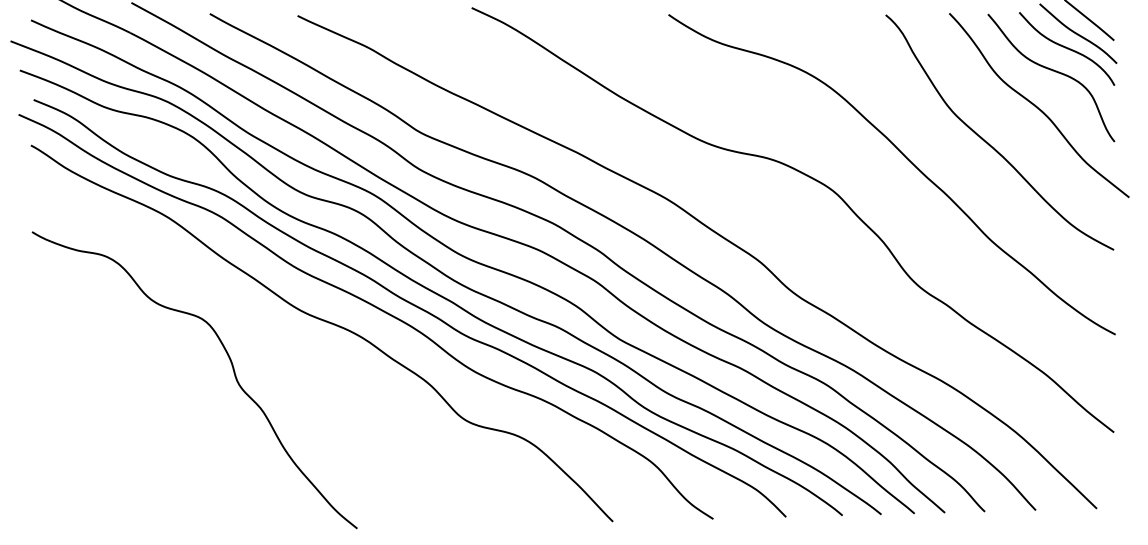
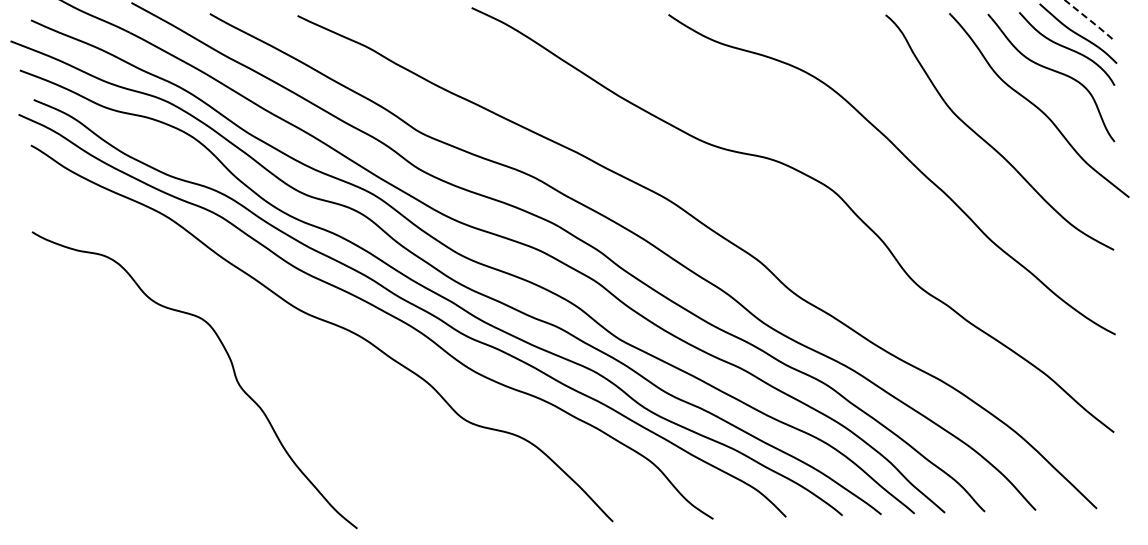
line at (1091, 21): solid -> dashed
